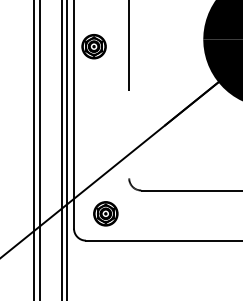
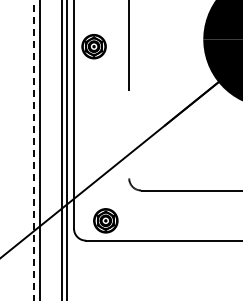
line at (33, 150): solid -> dashed
part at (105, 213) position: (105, 213) -> (105, 220)
